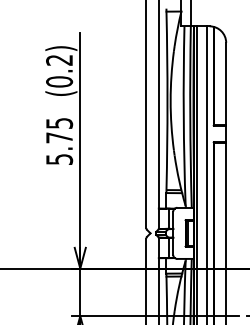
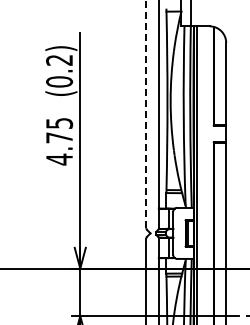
line at (146, 114): solid -> dashed
text at (59, 159): 5.75 -> 4.75
line at (206, 173): present -> none
